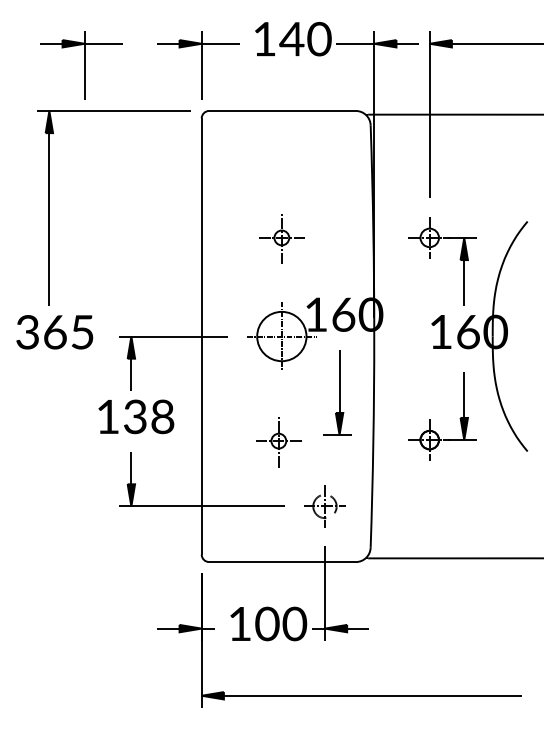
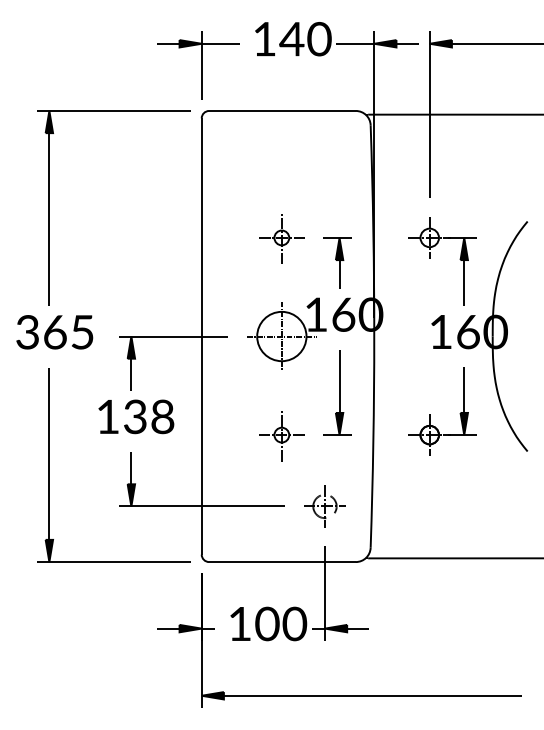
part at (81, 65): present -> none
part at (337, 262): none -> present
part at (430, 419) position: (430, 419) -> (430, 414)
part at (278, 442) position: (278, 442) -> (281, 436)
part at (49, 465): none -> present
